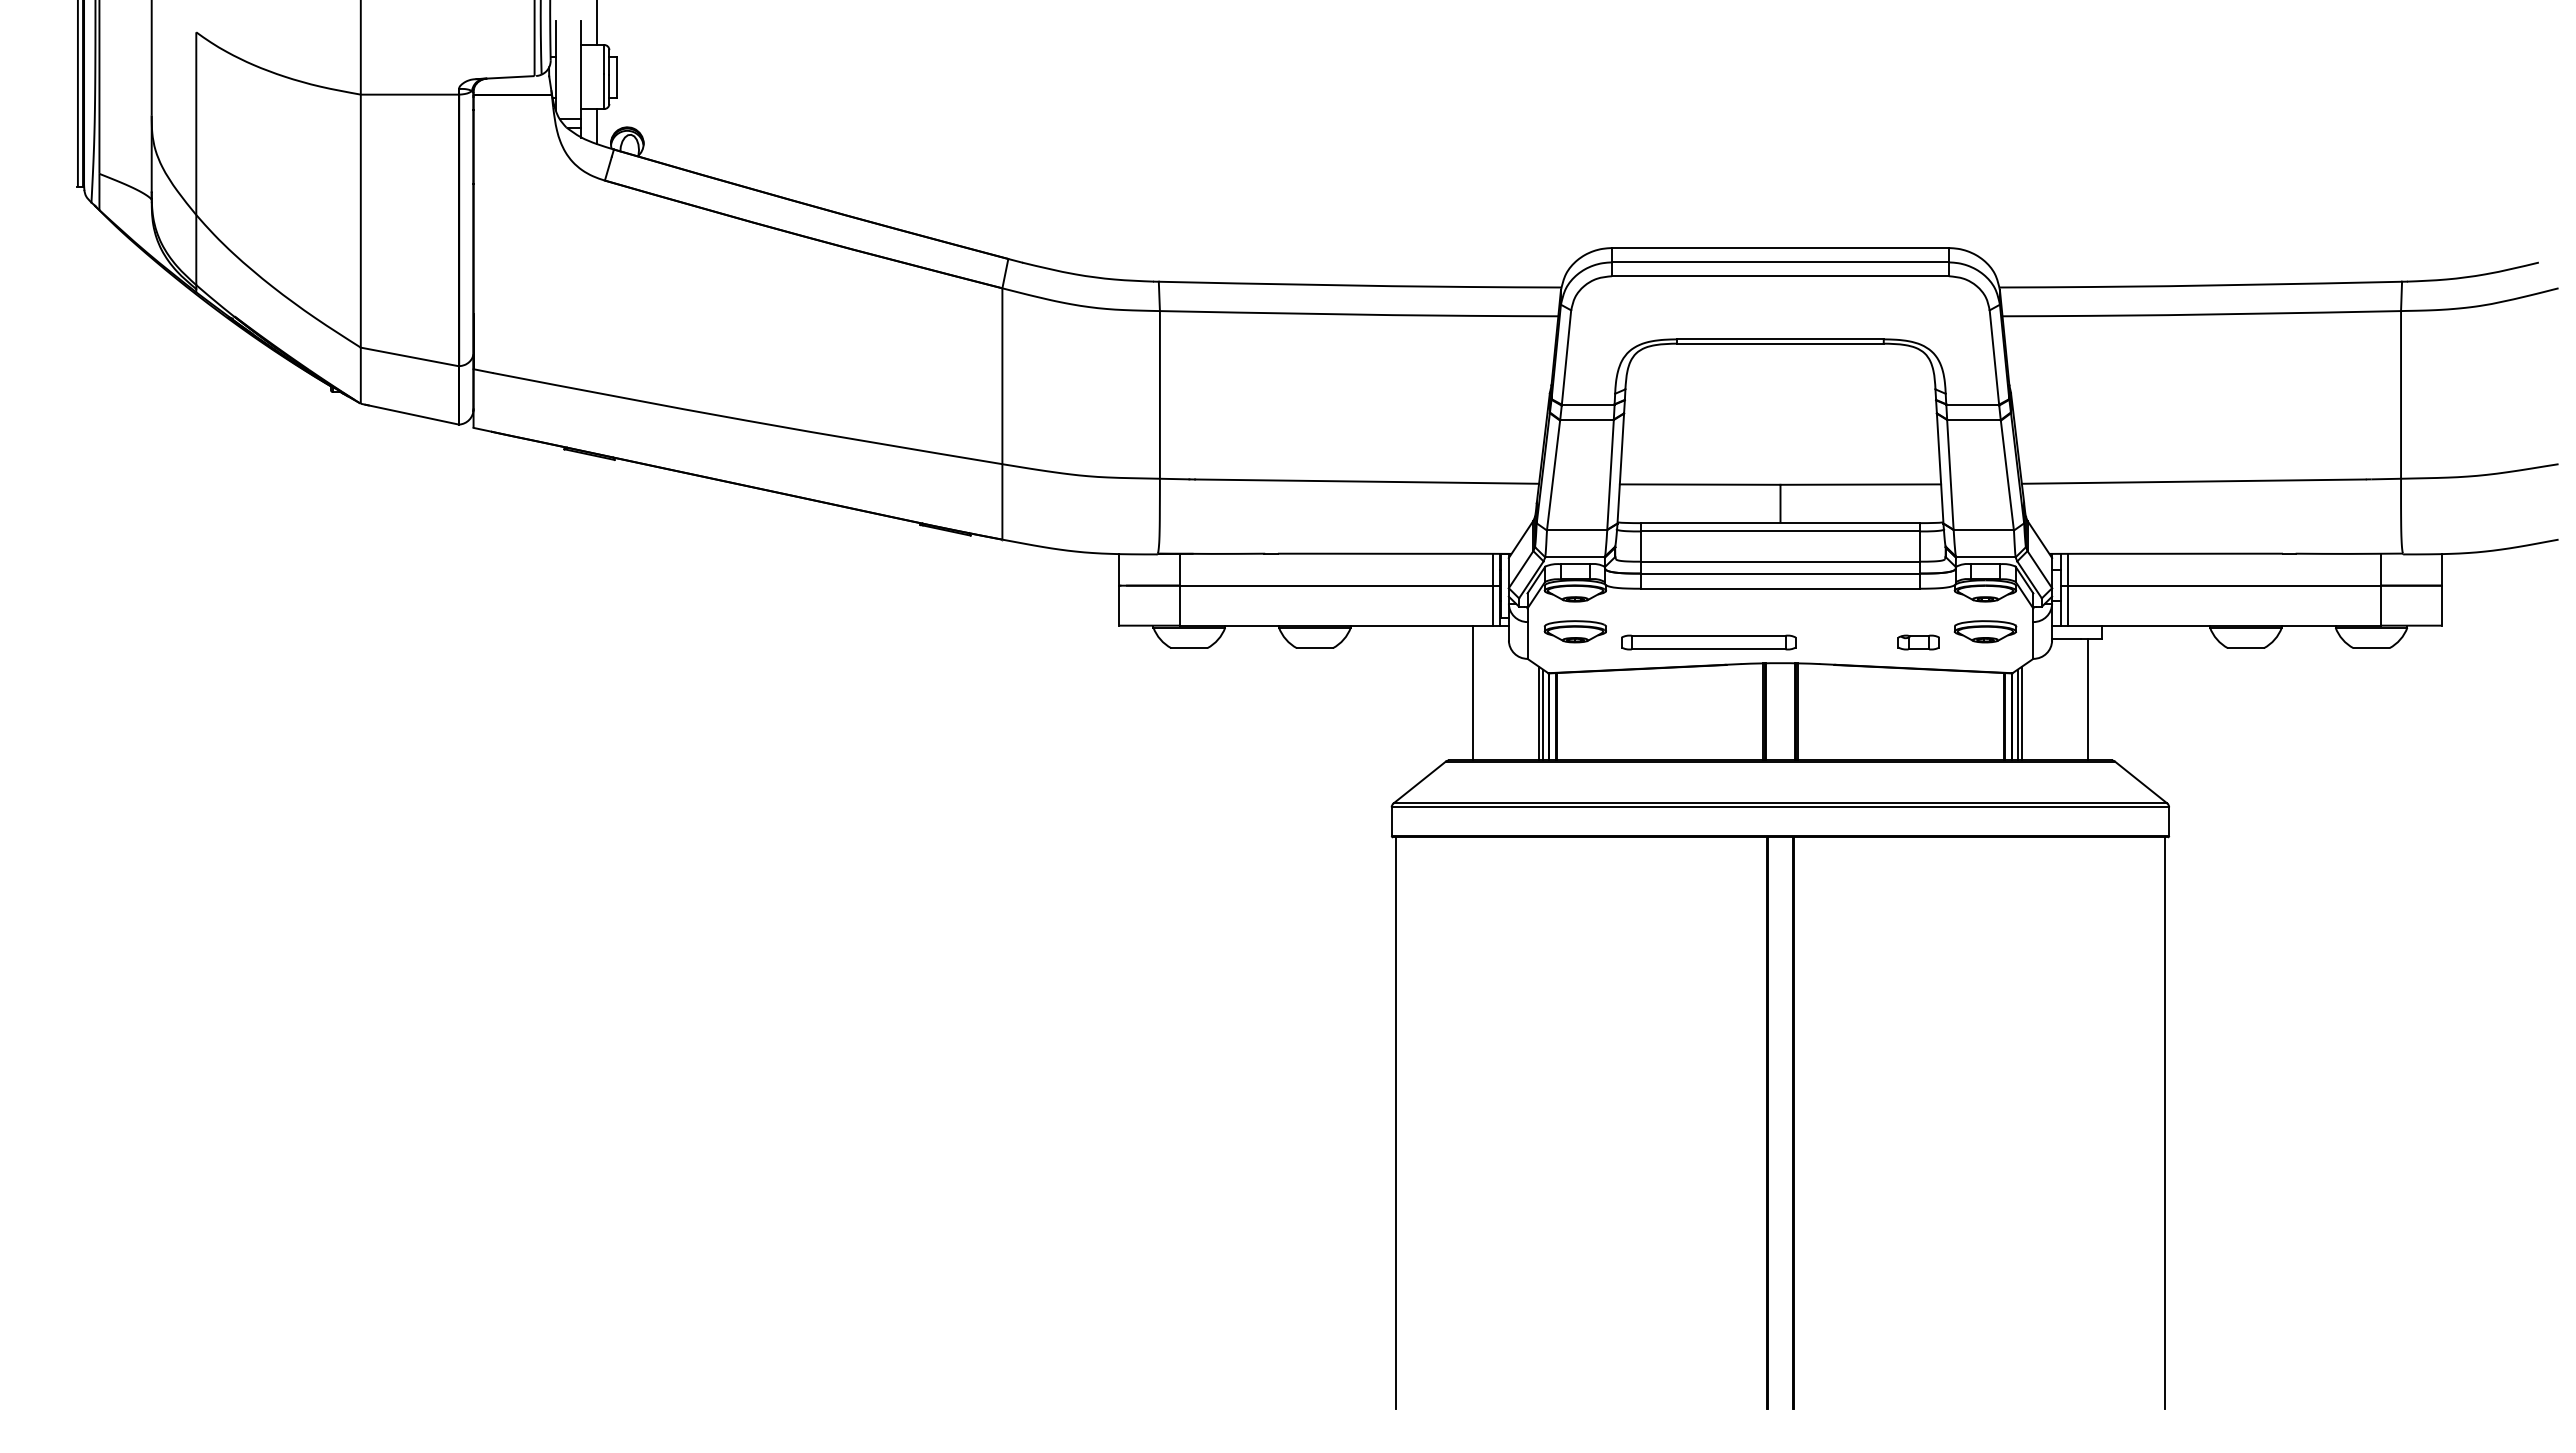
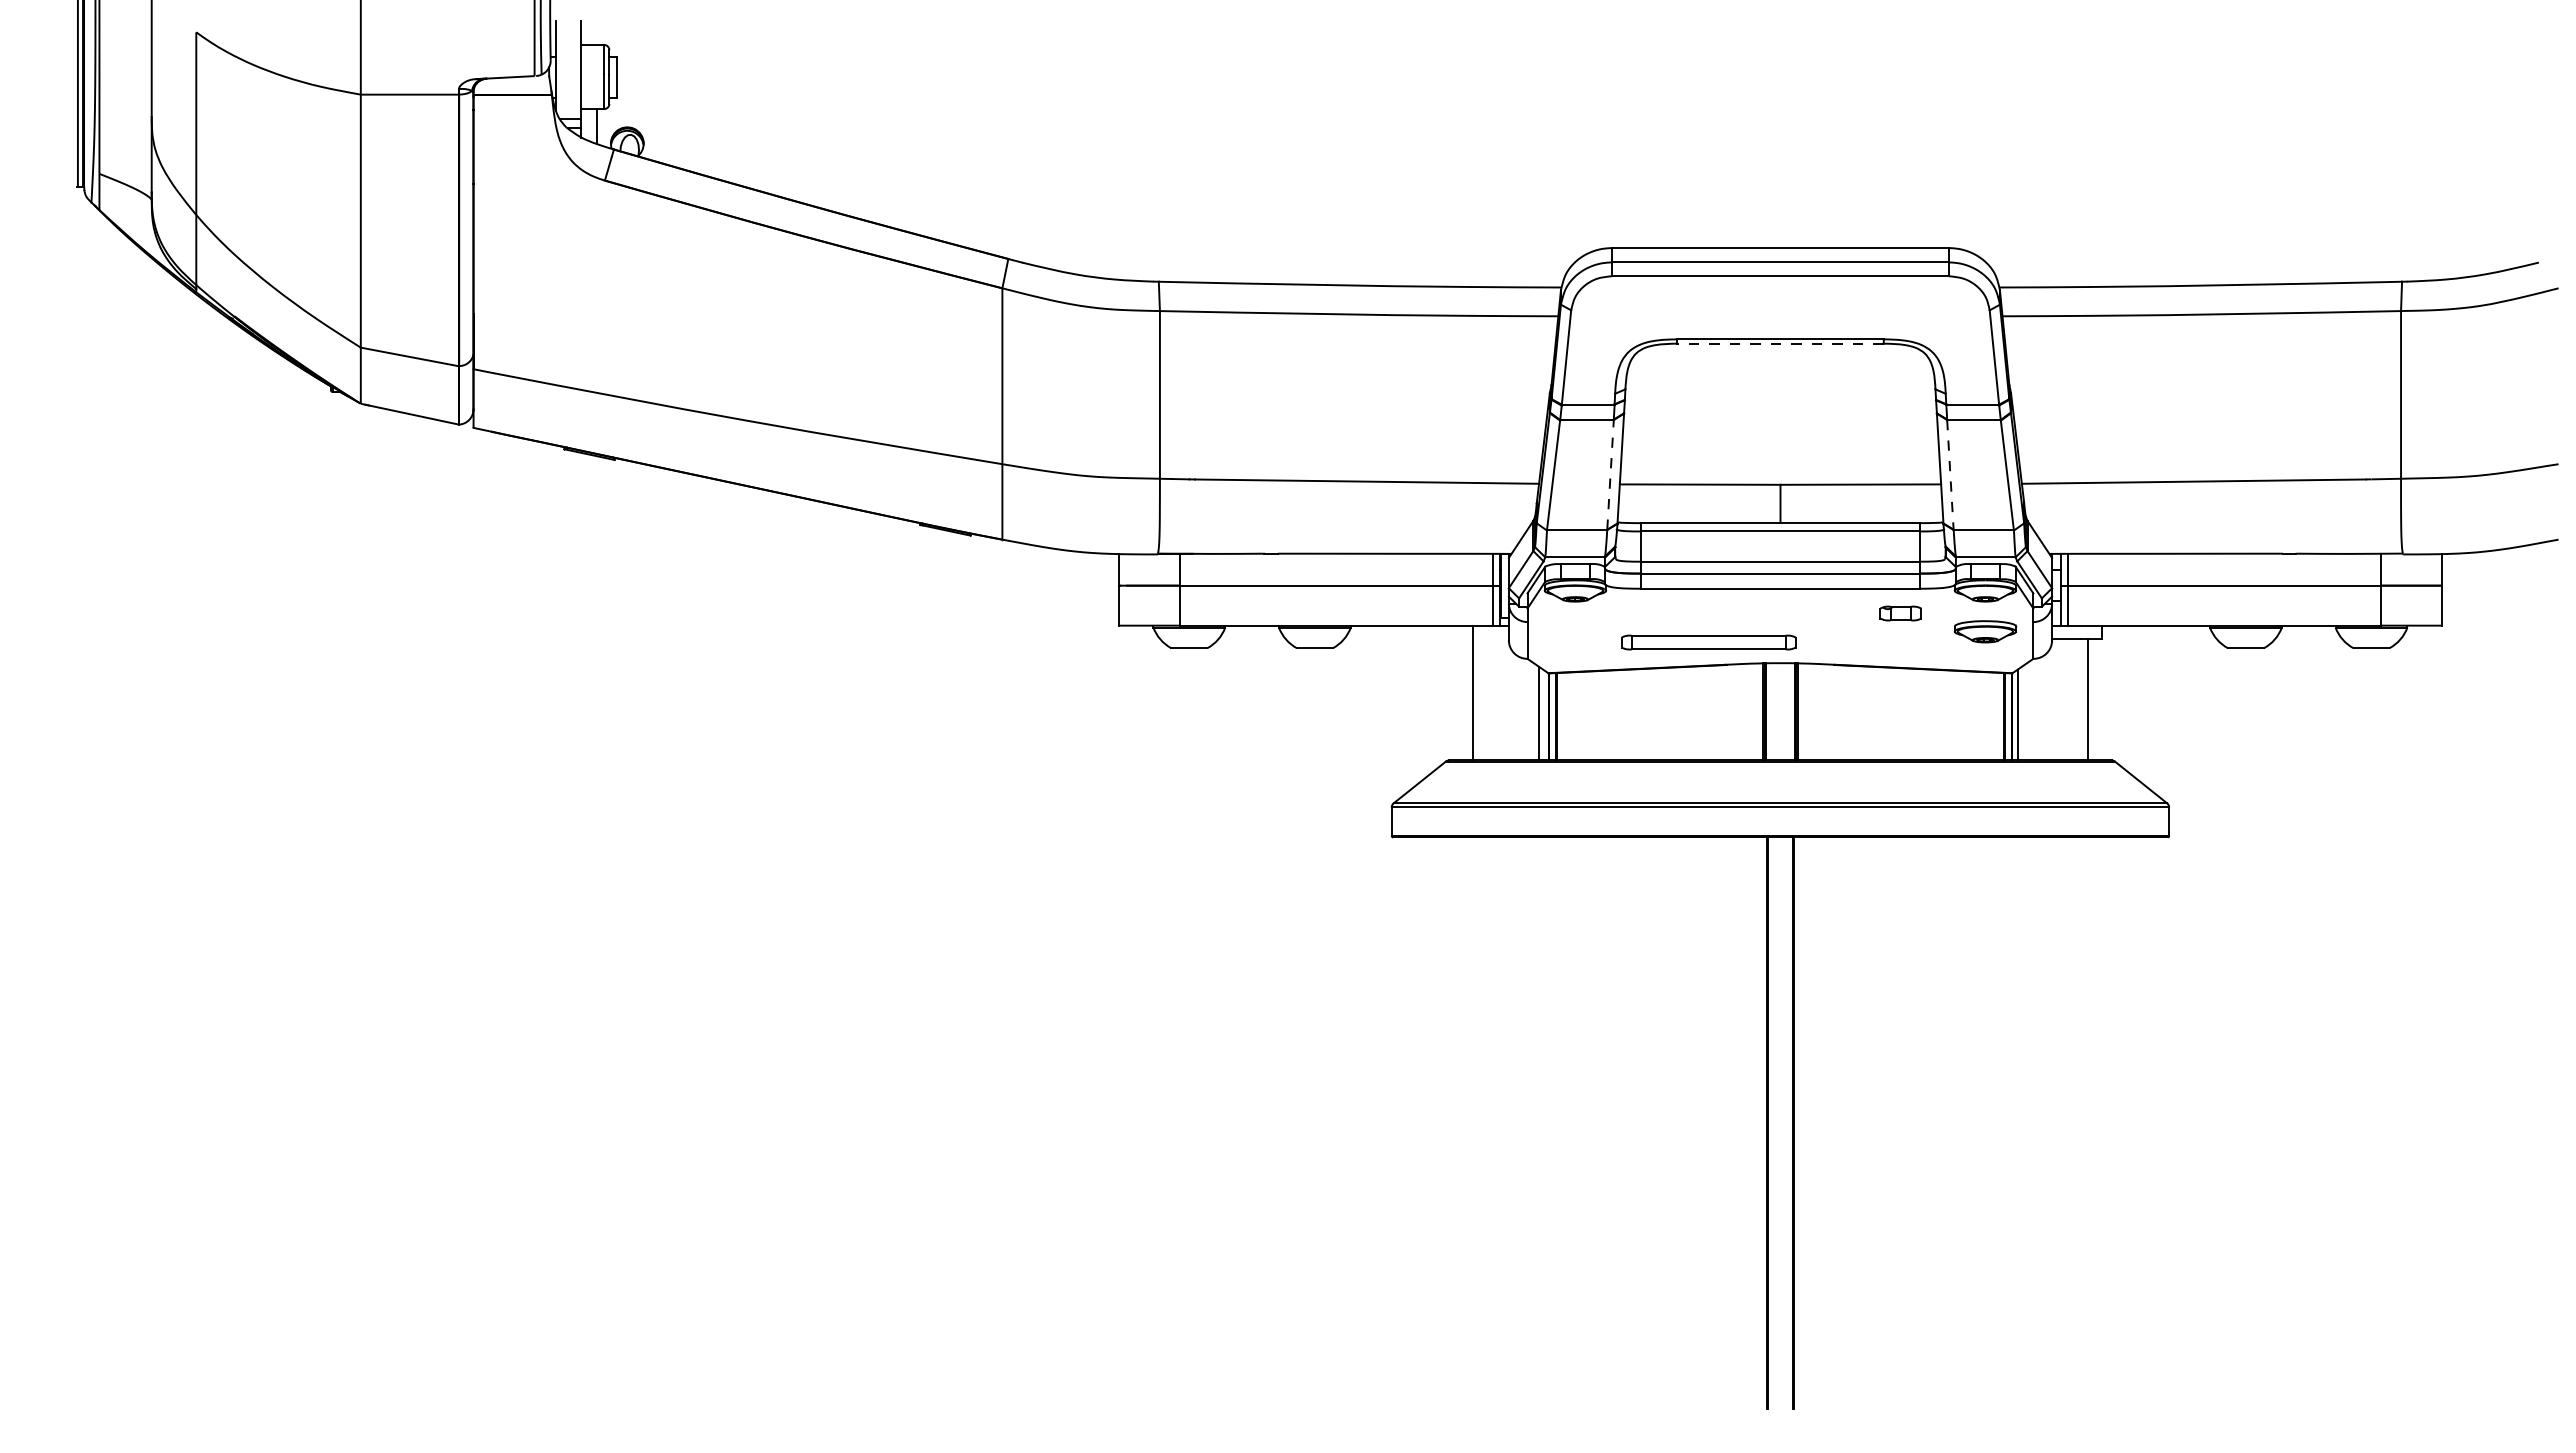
line at (596, 23): present -> none
line at (1779, 343): solid -> dashed
line at (1610, 474): solid -> dashed
line at (1950, 474): solid -> dashed
part at (1574, 631): present -> none
part at (1918, 642) position: (1918, 642) -> (1900, 613)
line at (2021, 713): present -> none
line at (1543, 714): present -> none
line at (1396, 1123): present -> none
line at (2164, 1123): present -> none
